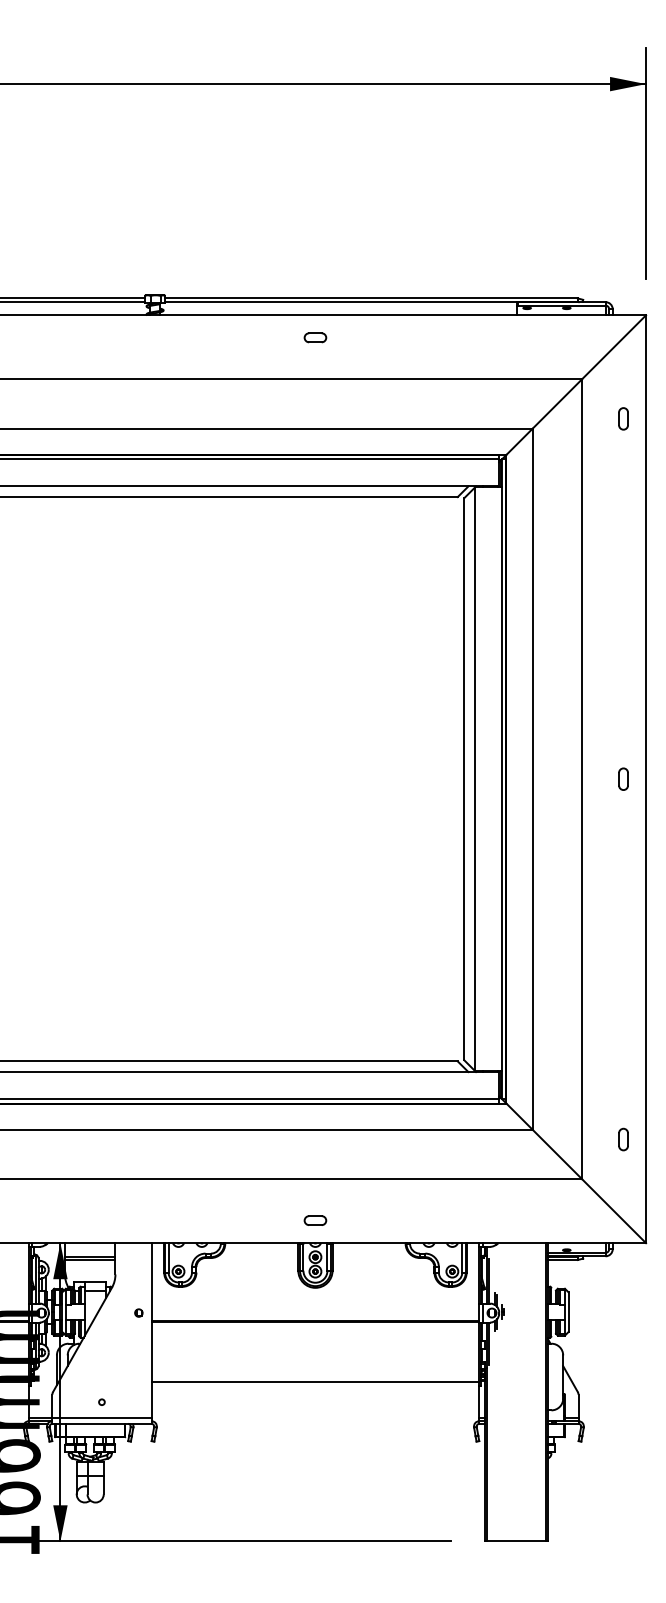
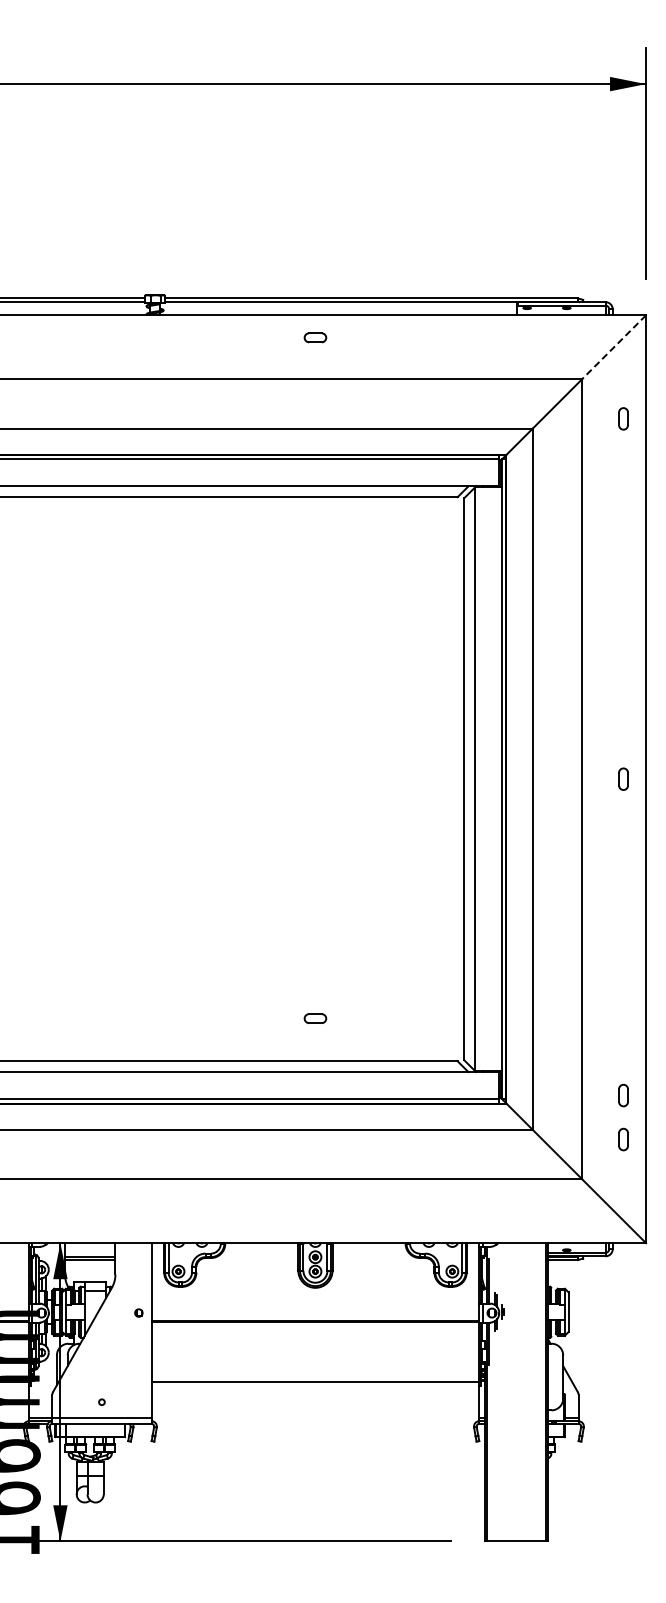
line at (613, 347): solid -> dashed
part at (623, 1095): none -> present
part at (315, 1220) position: (315, 1220) -> (315, 1018)
